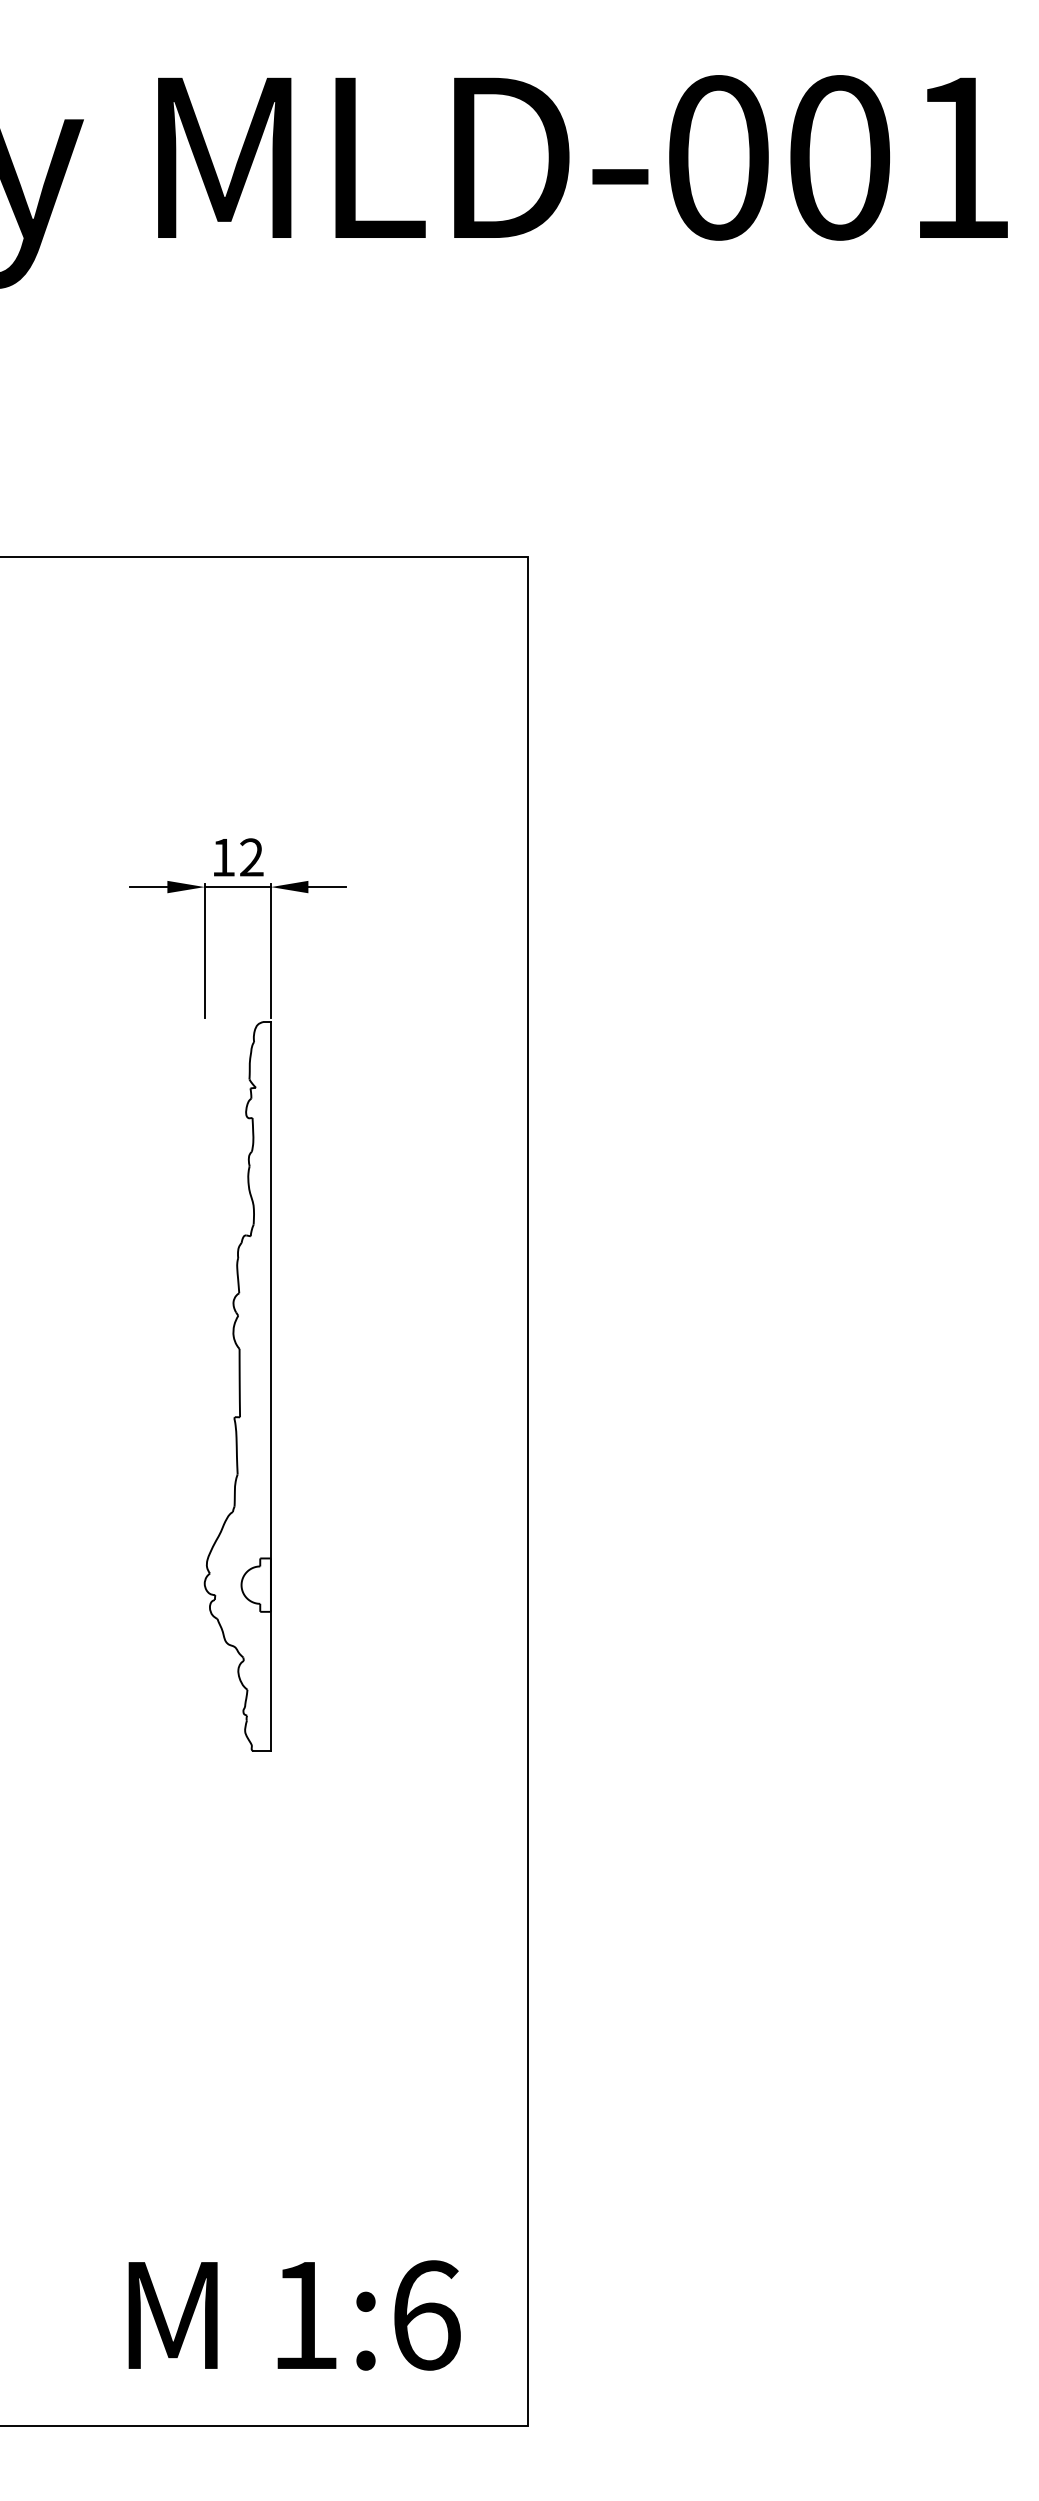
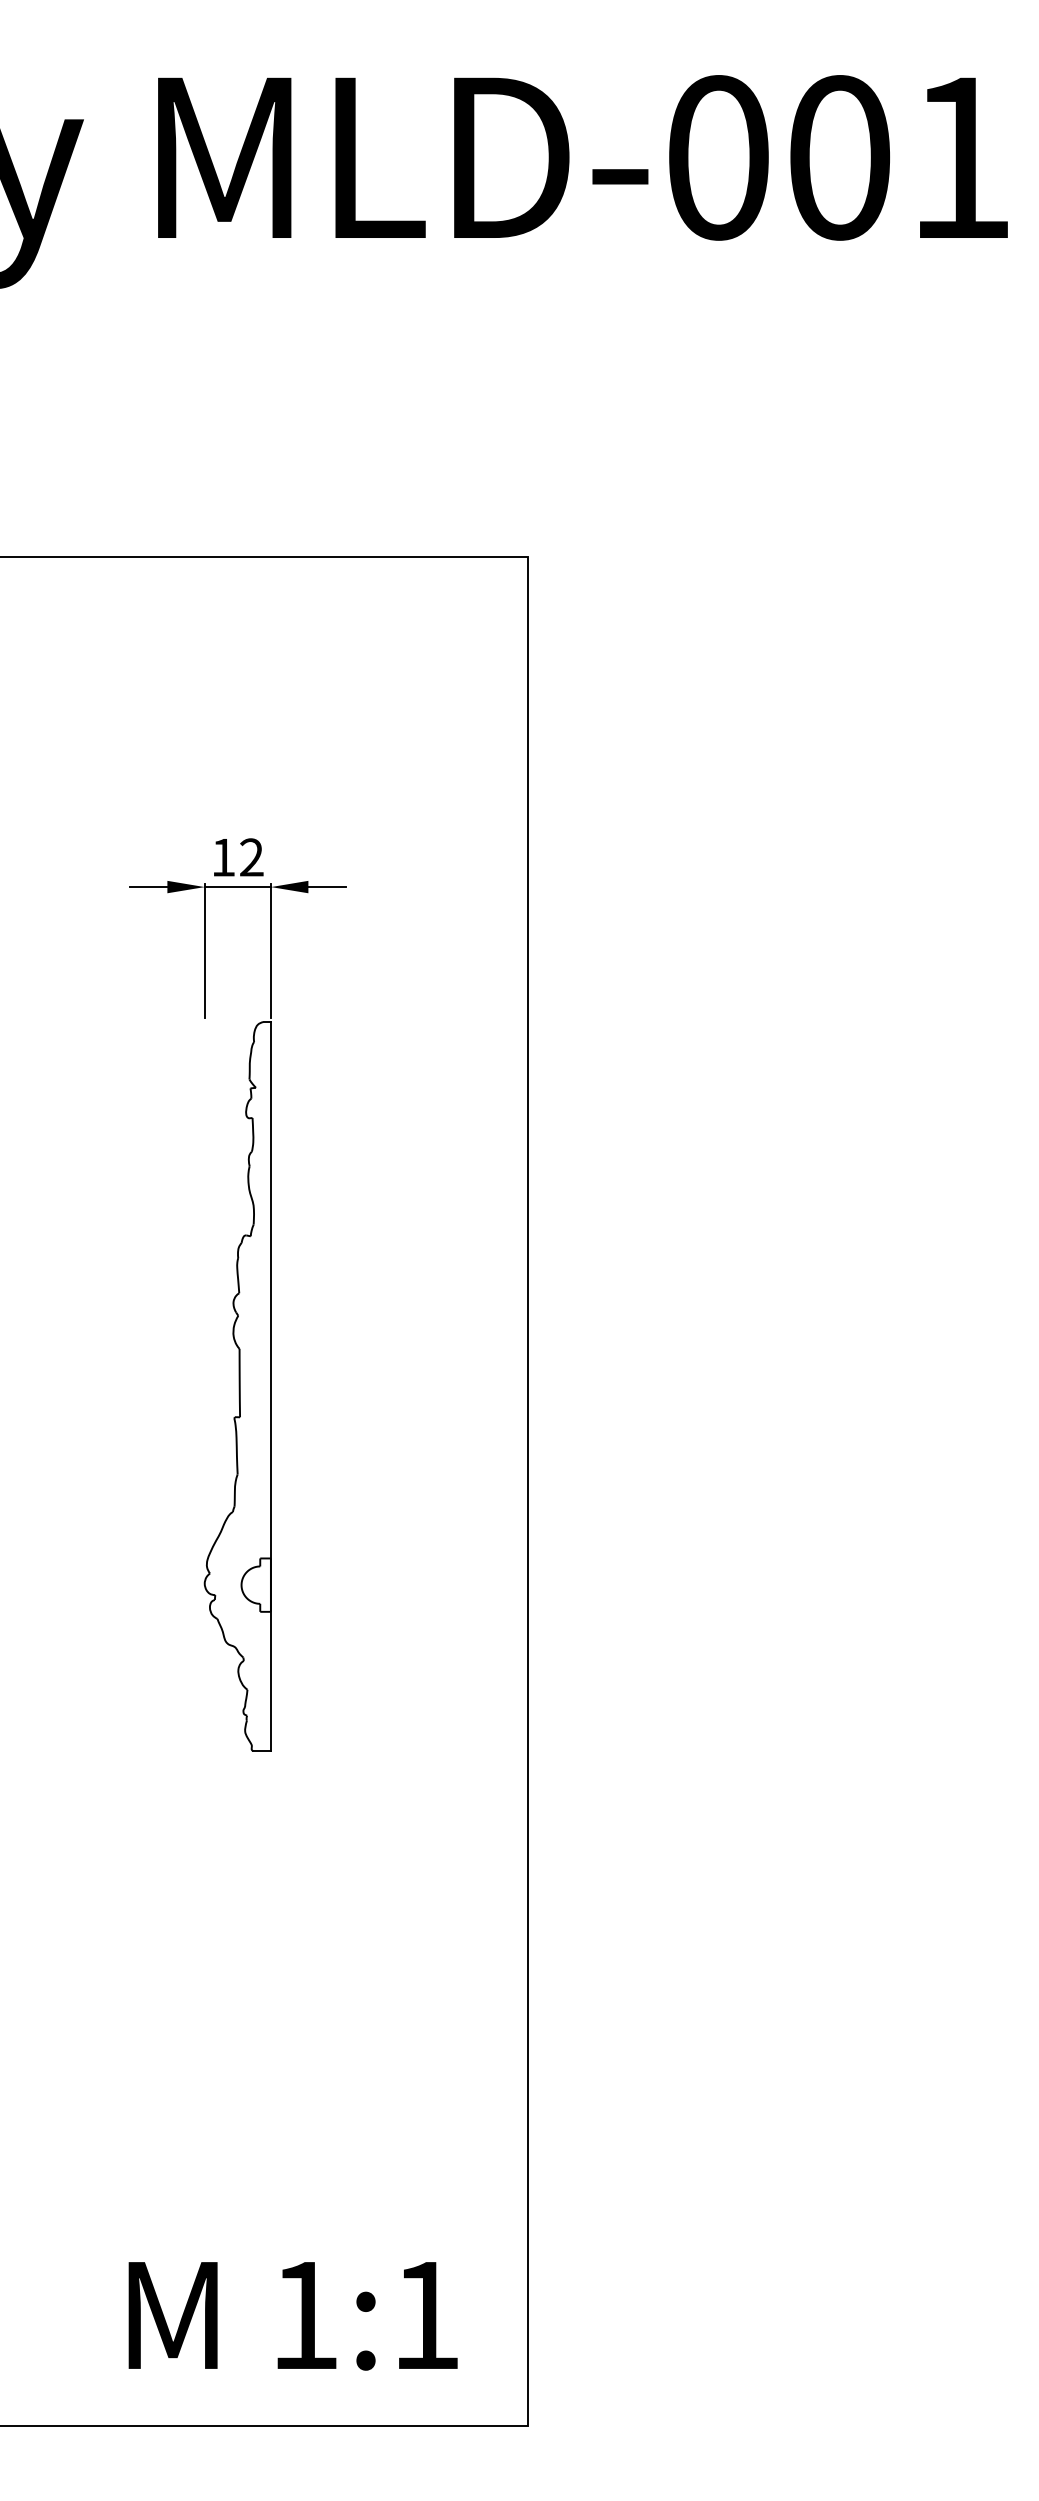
text at (427, 2315): 1:6 -> 1:1
